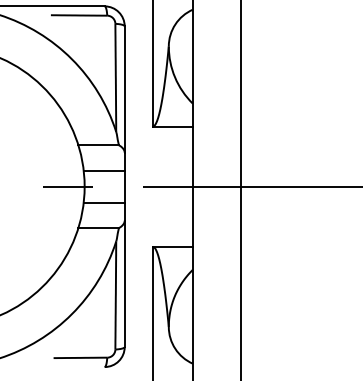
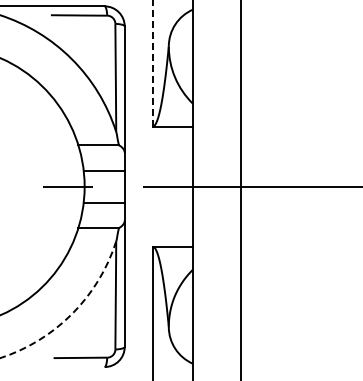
line at (152, 63): solid -> dashed
arc at (71, 314): solid -> dashed
